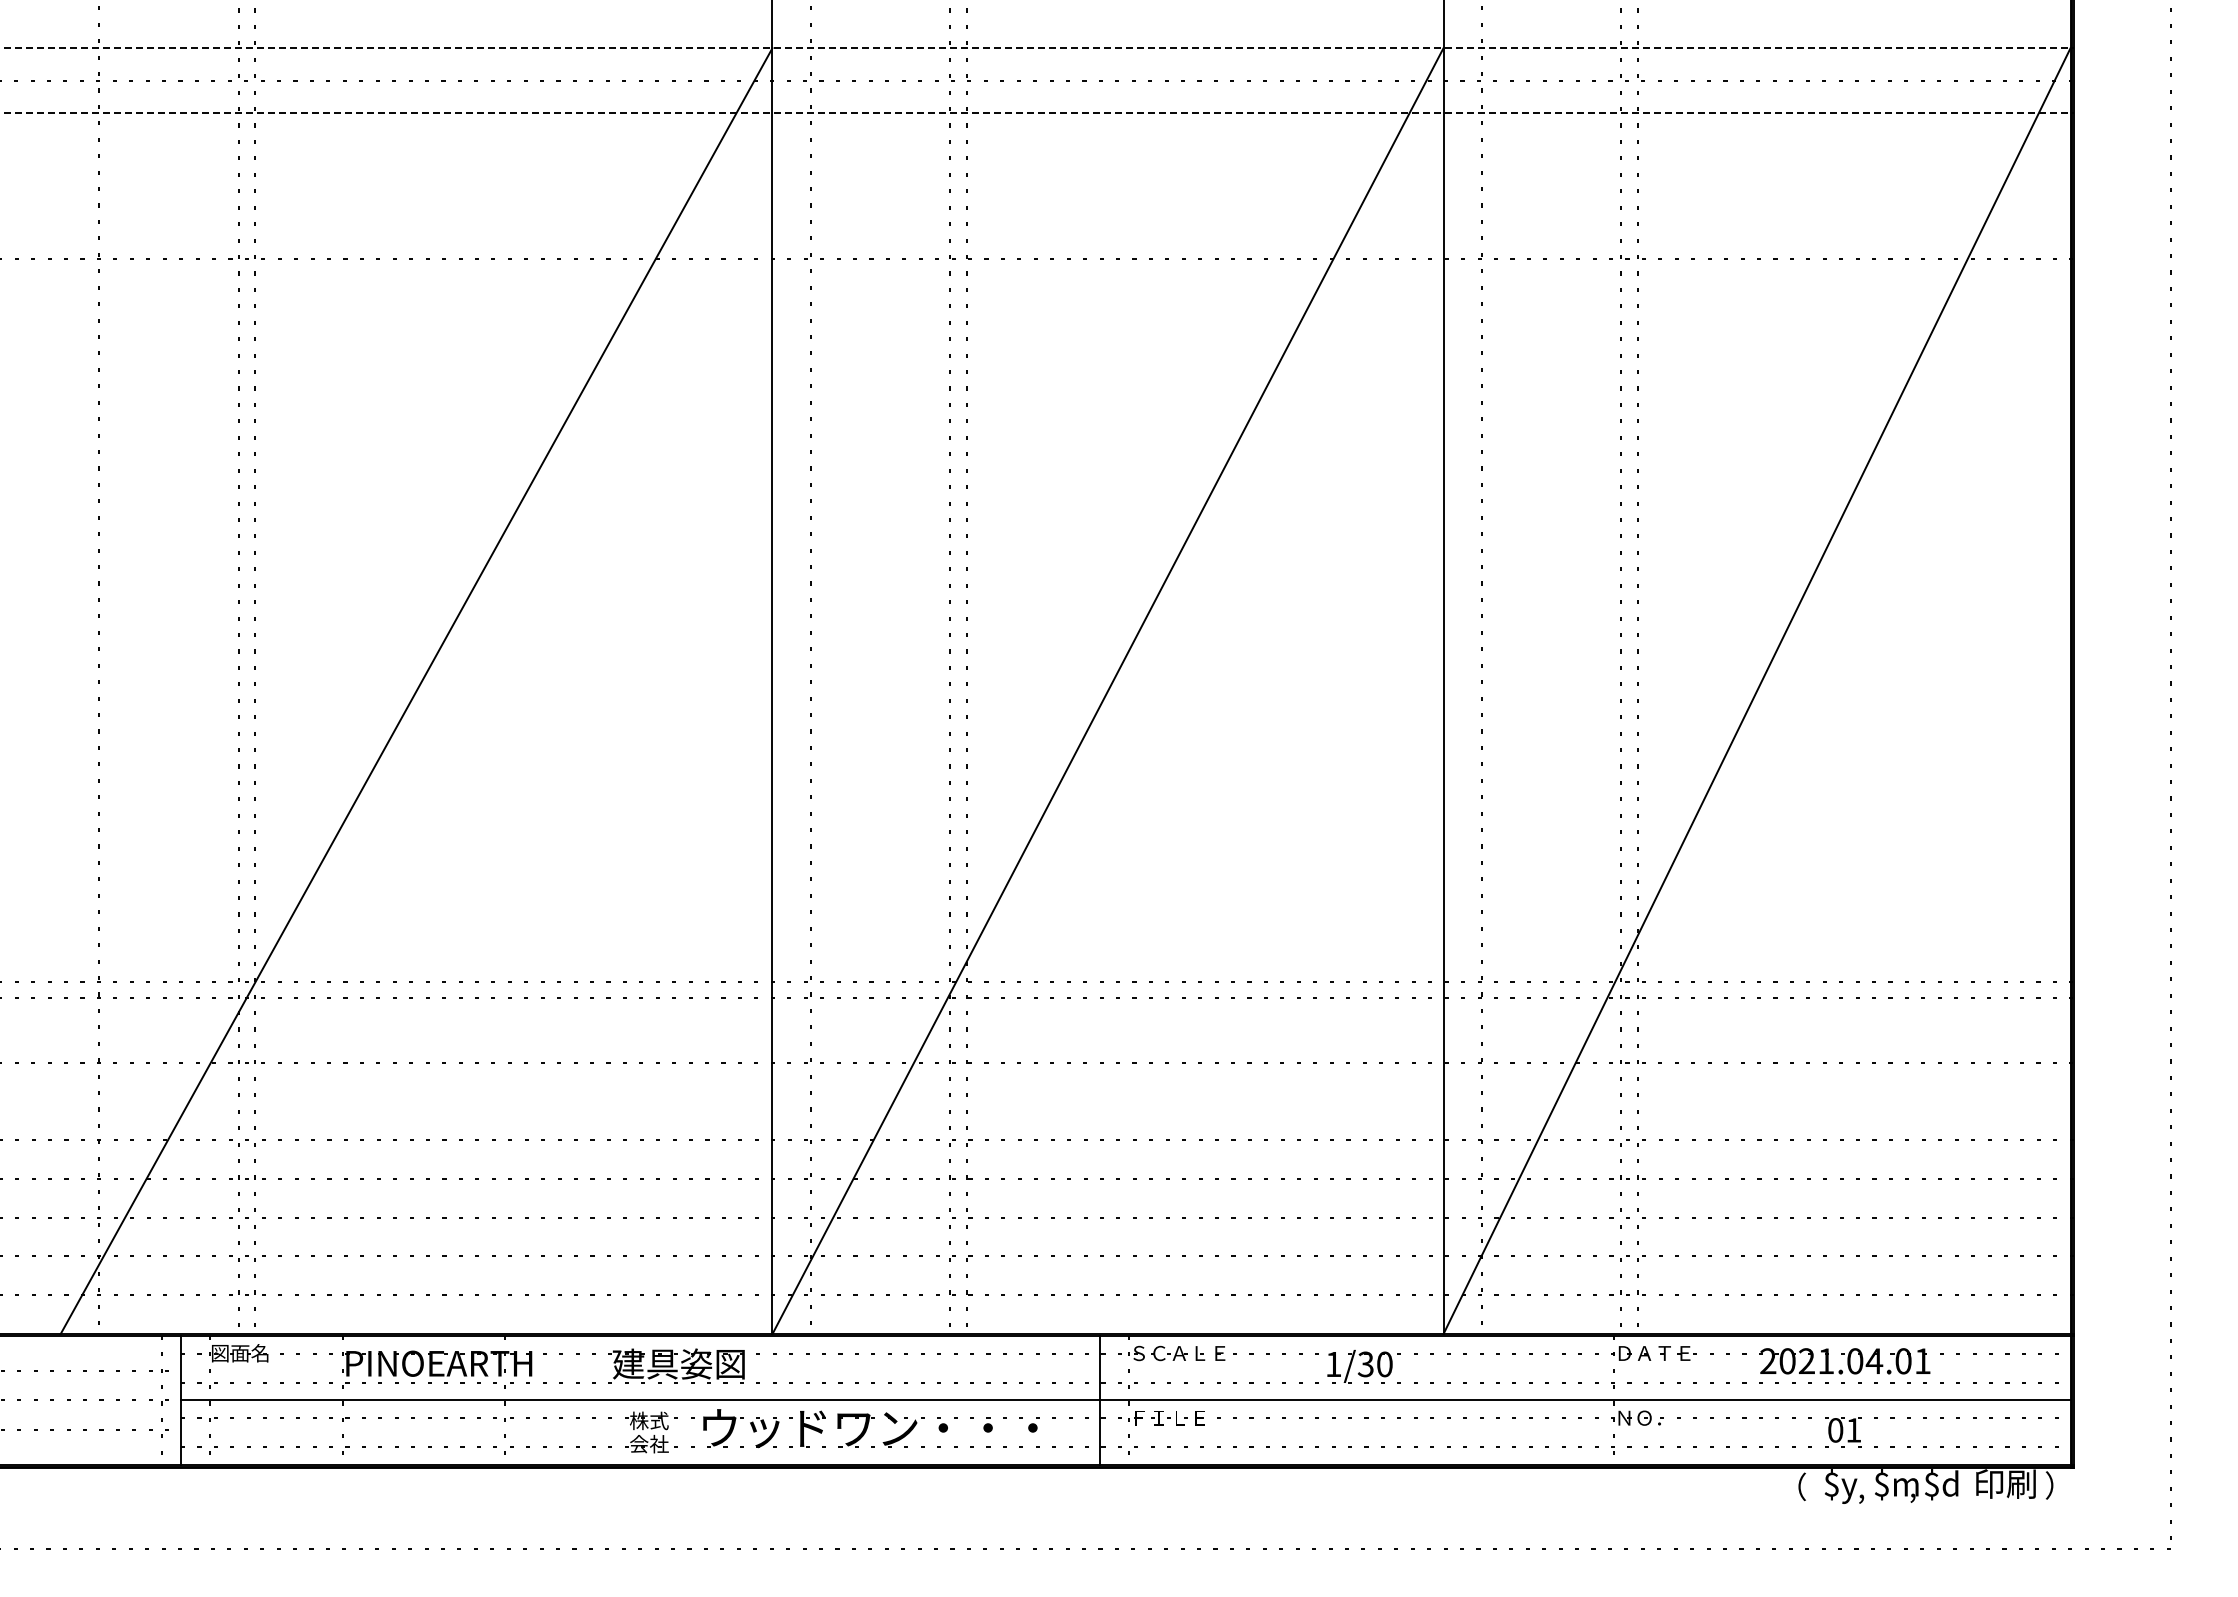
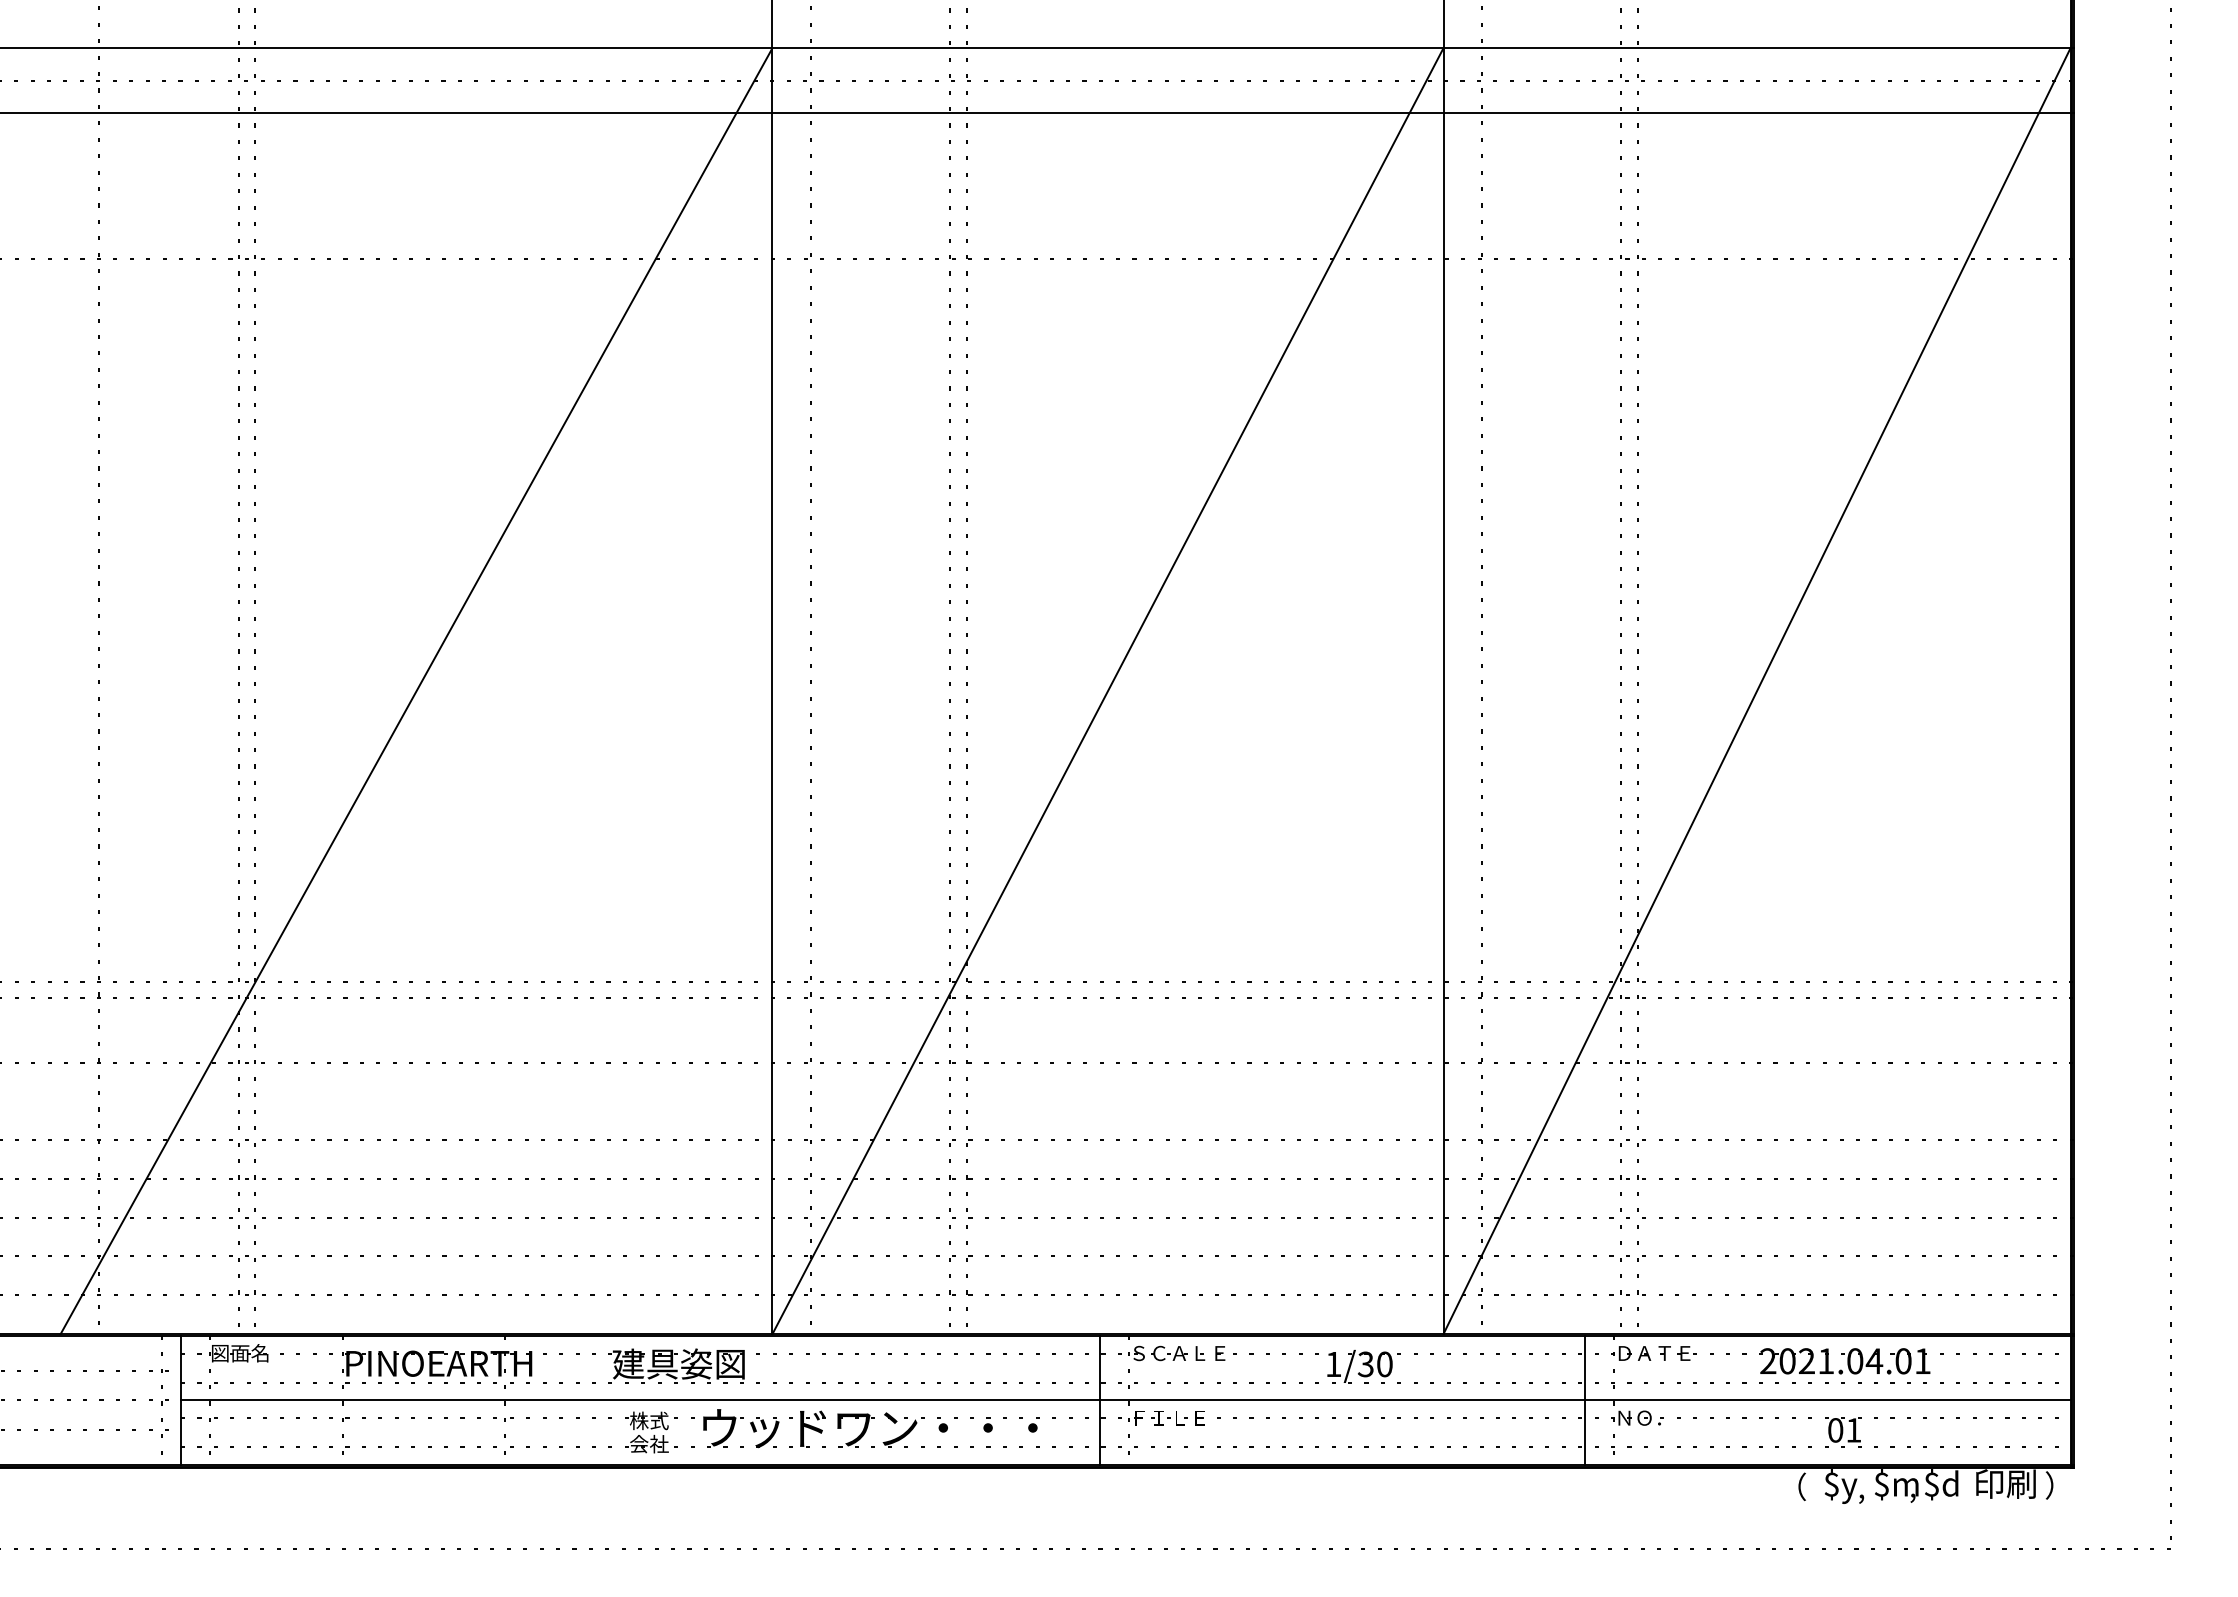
line at (1036, 48): dashed -> solid
line at (1036, 112): dashed -> solid
line at (1585, 1400): none -> present
